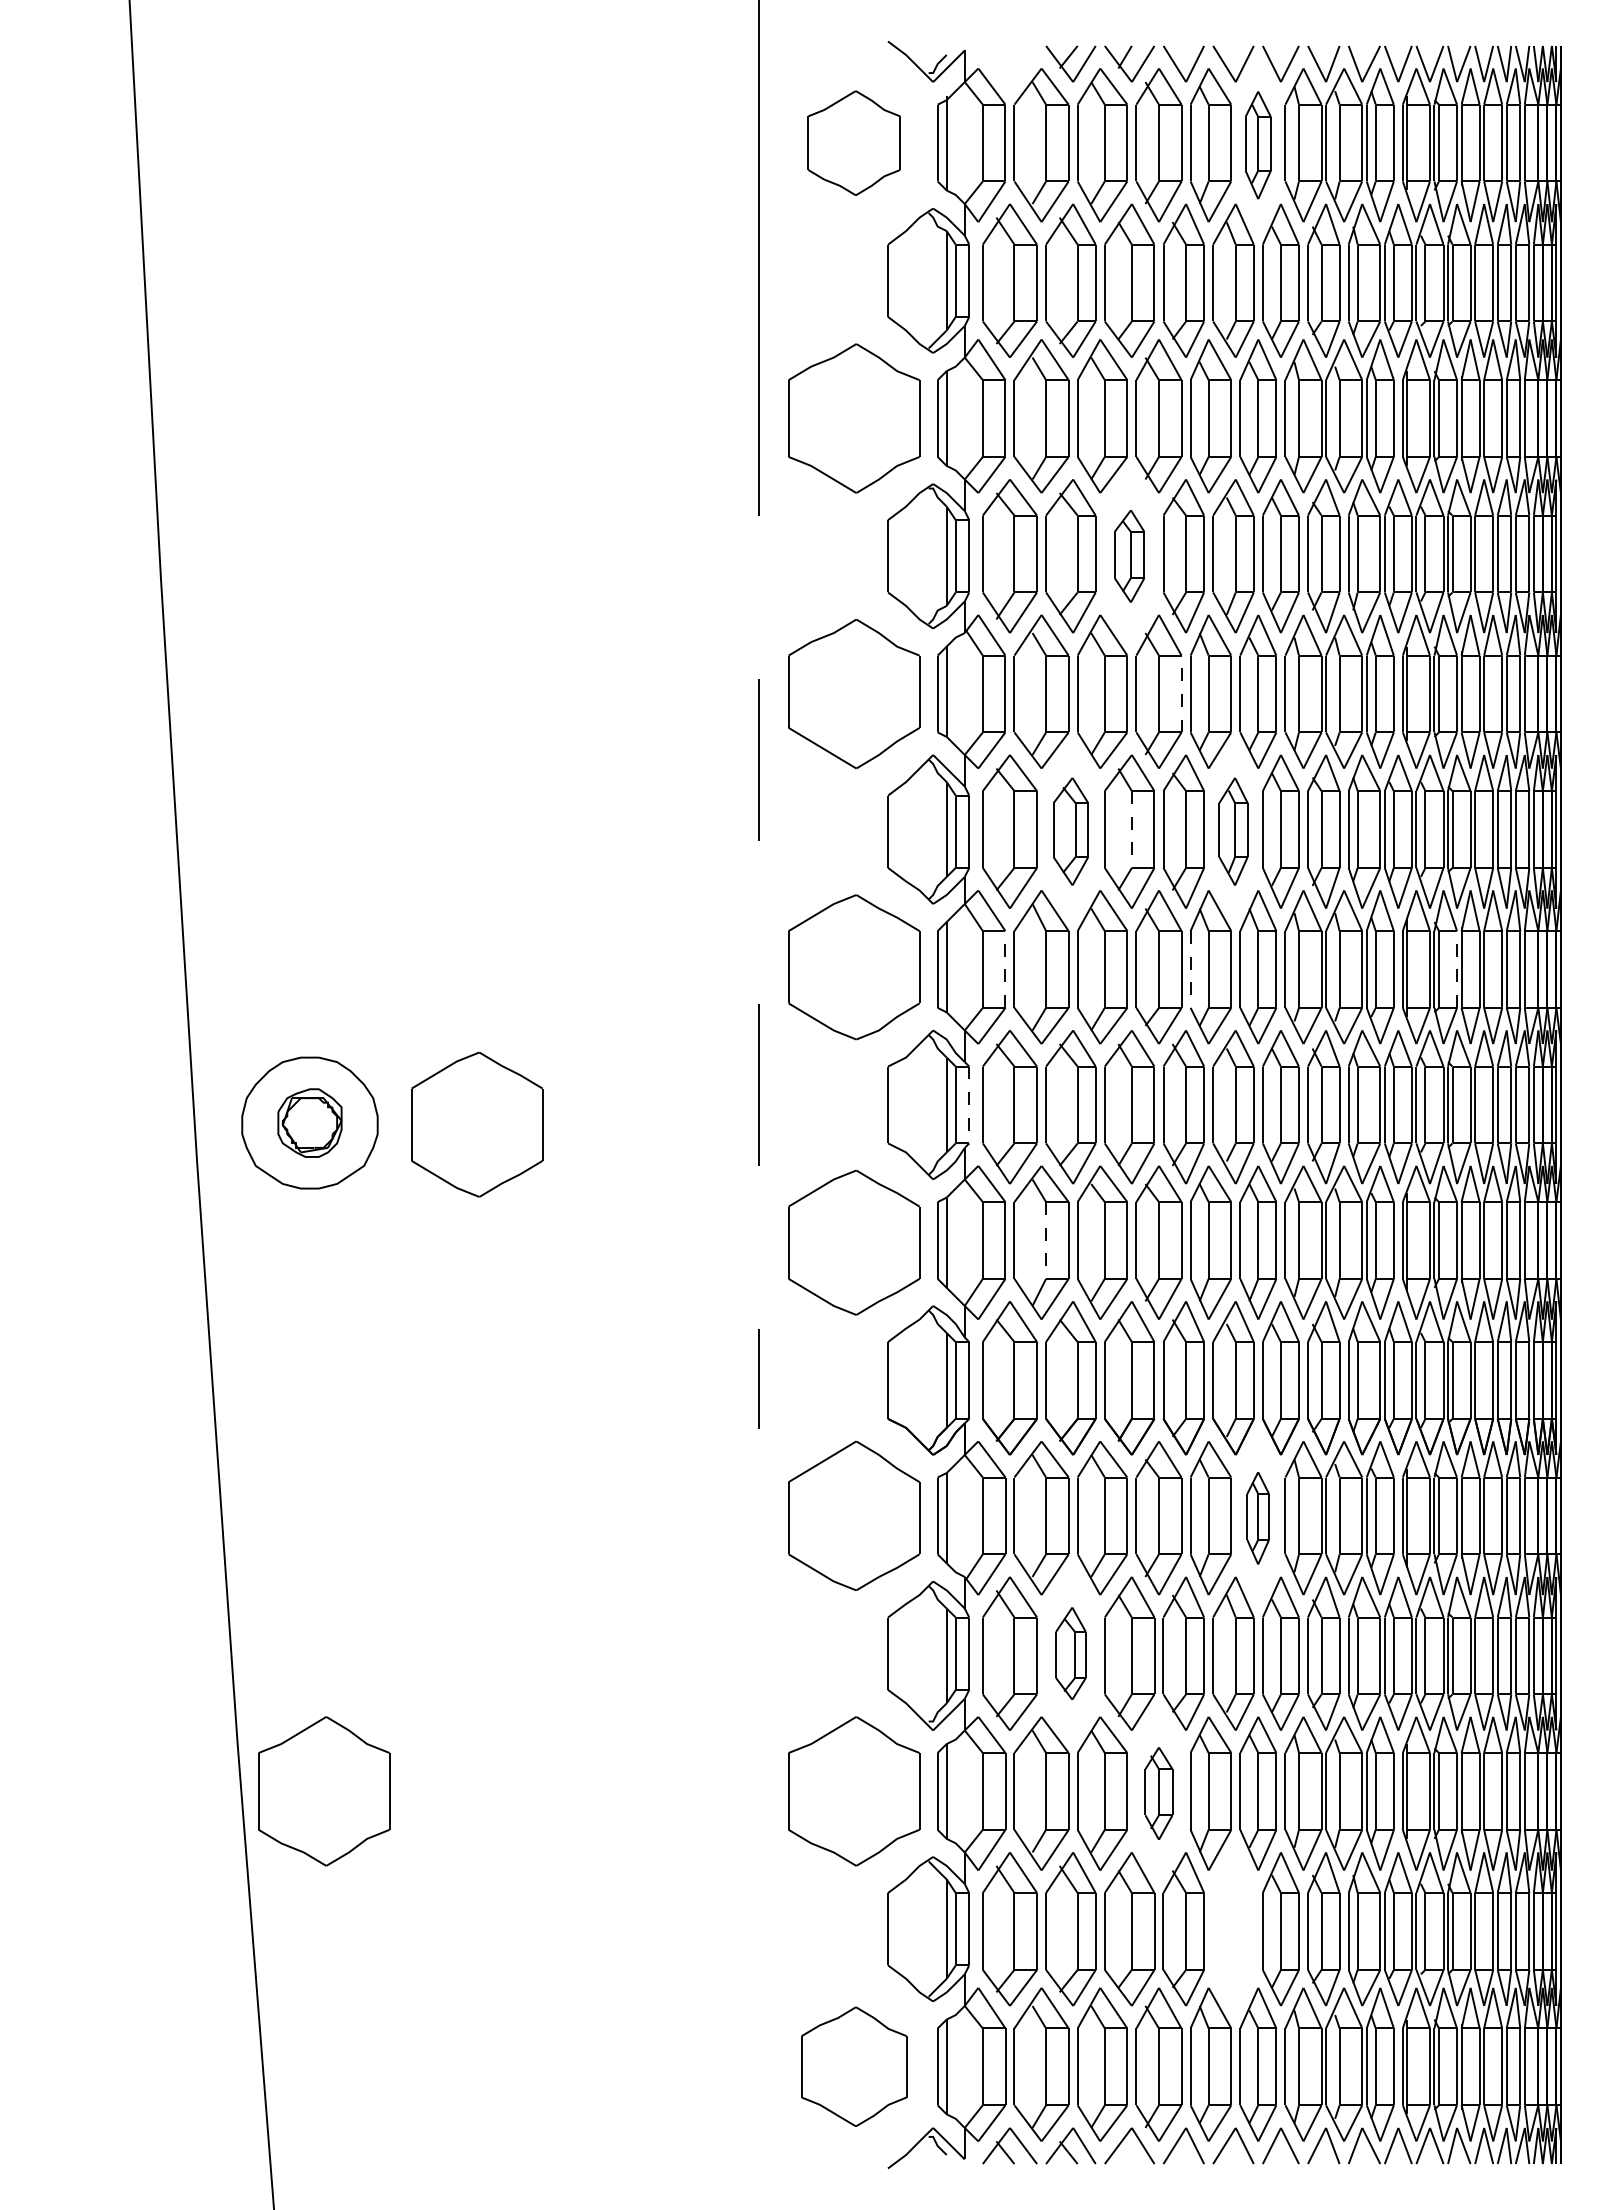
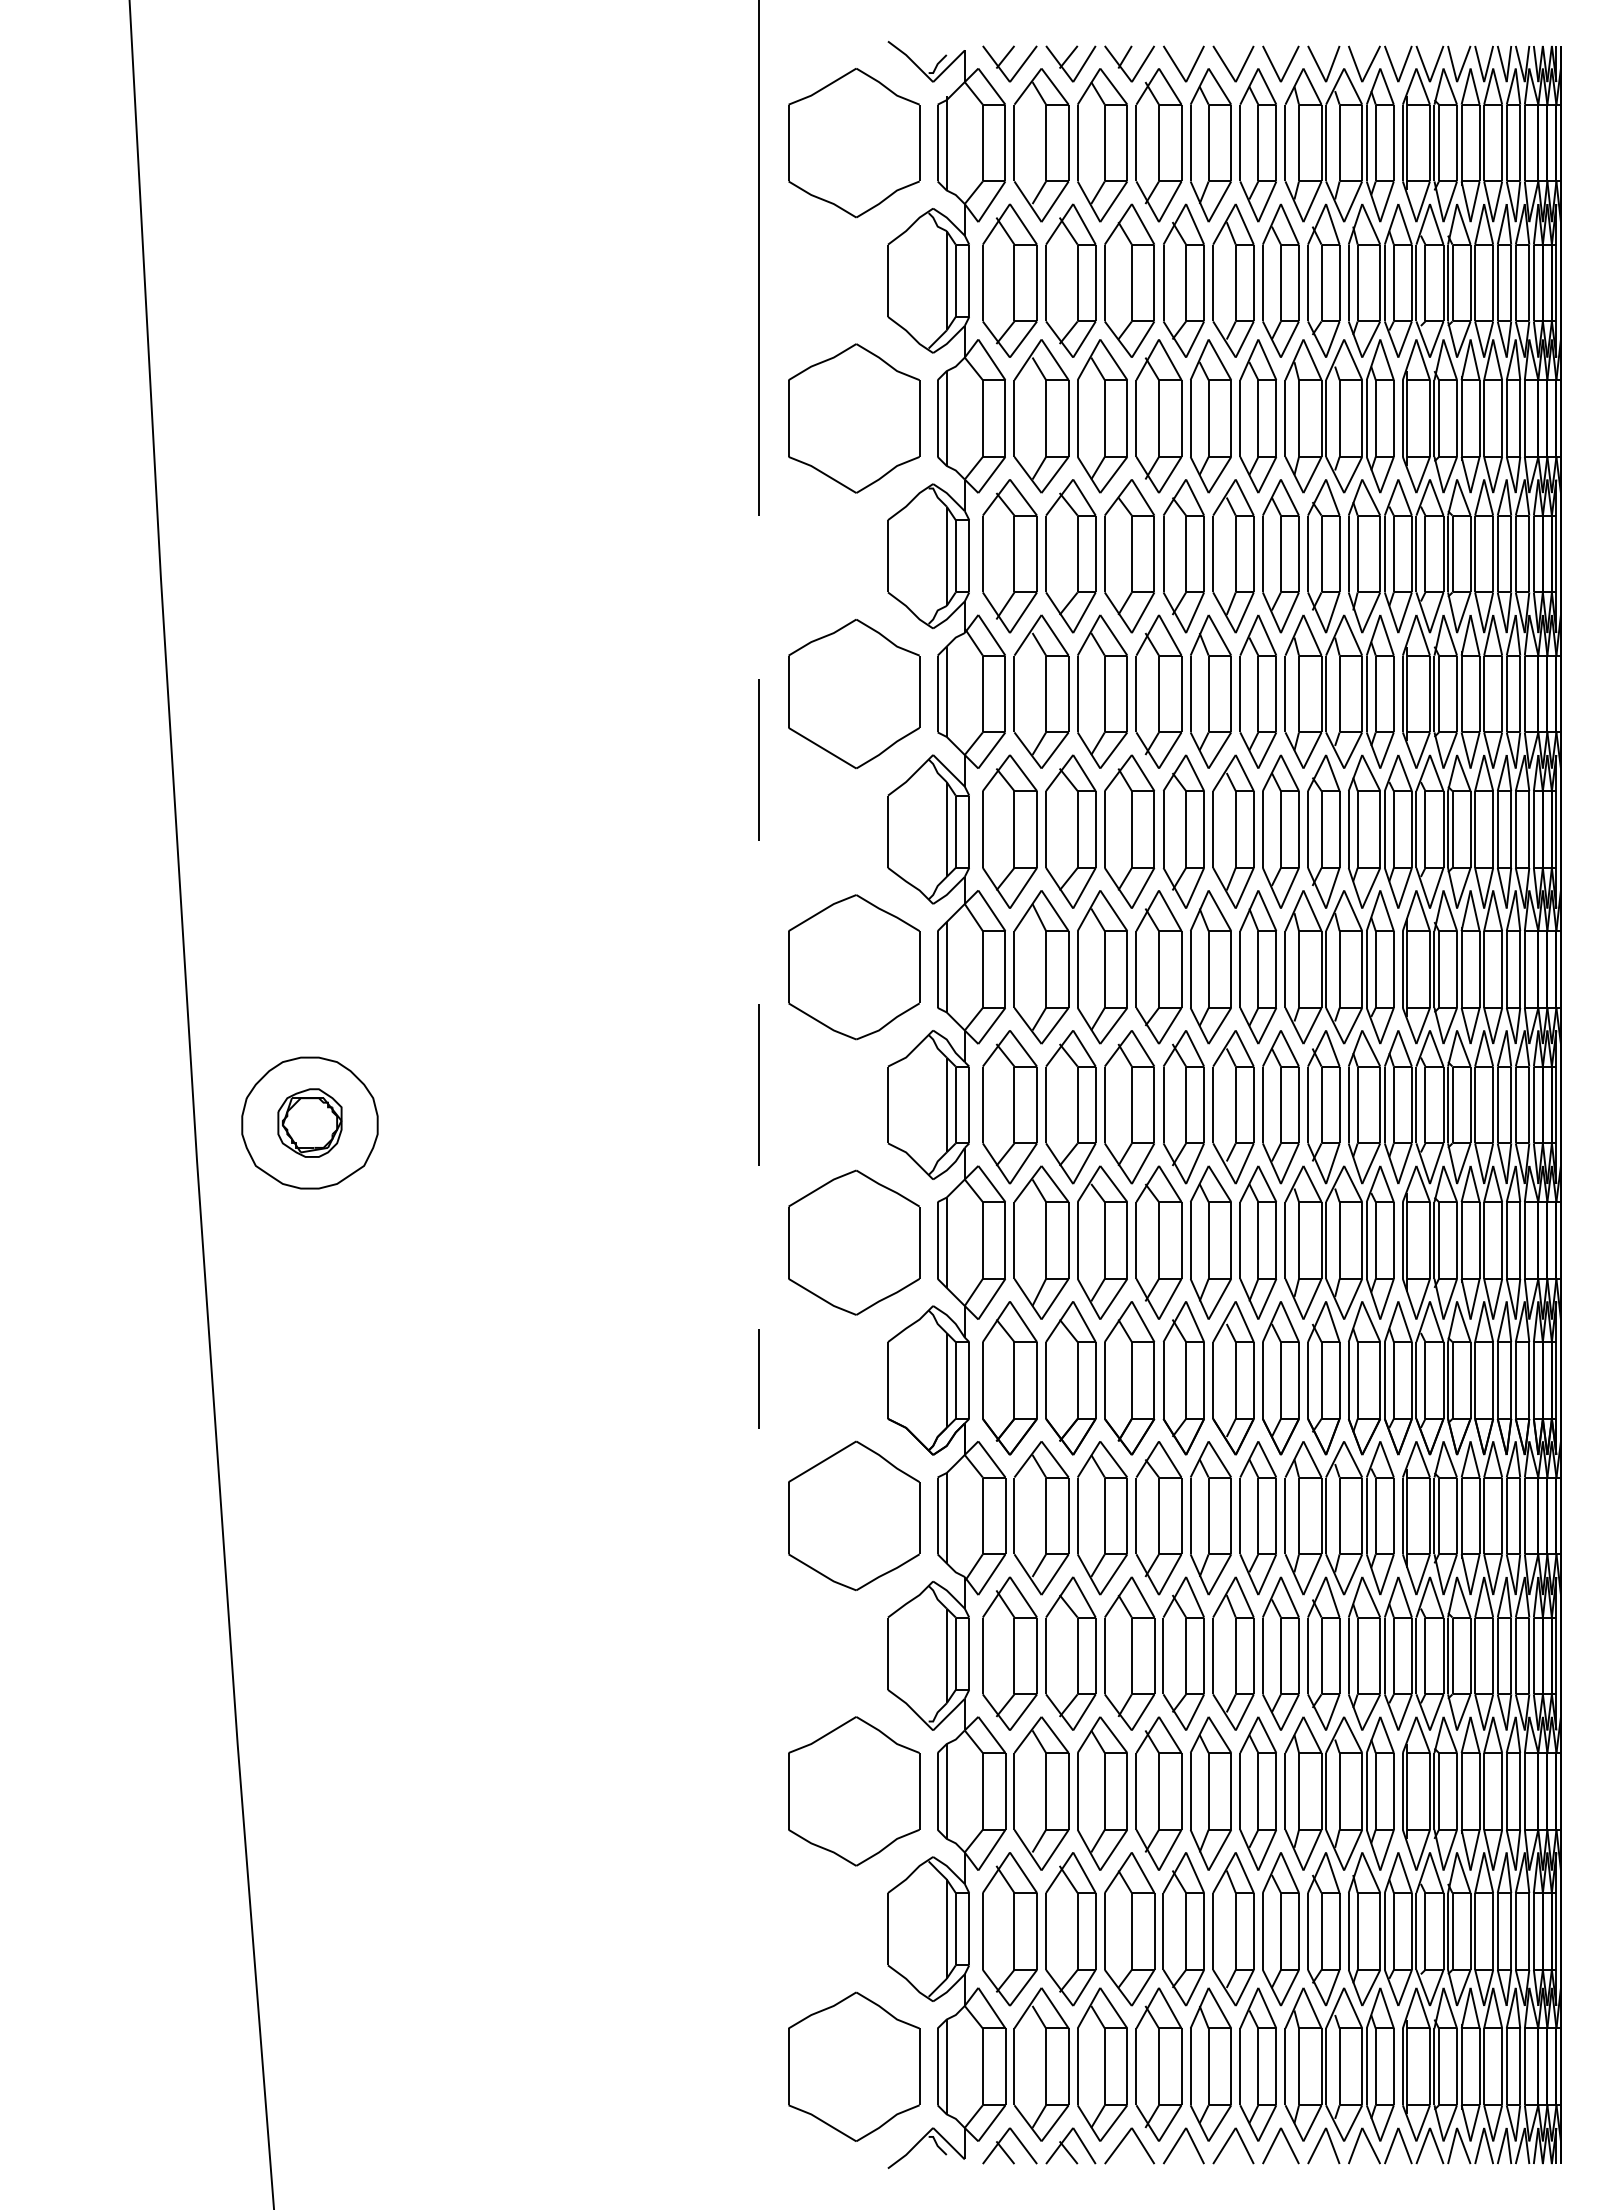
part at (1009, 63): none -> present
part at (853, 142) size: 94x106 px -> 133x151 px
part at (1258, 145) size: 27x109 px -> 38x155 px
part at (1129, 556) size: 32x93 px -> 51x155 px
line at (1181, 693): dashed -> solid
line at (1131, 830): dashed -> solid
part at (1070, 831) size: 36x109 px -> 52x155 px
part at (1233, 831) size: 31x109 px -> 43x155 px
line at (1005, 969): dashed -> solid
line at (1457, 969): dashed -> solid
line at (1190, 970): dashed -> solid
line at (969, 1105): dashed -> solid
part at (477, 1124): present -> none
line at (1046, 1240): dashed -> solid
part at (1257, 1518) size: 24x93 px -> 38x155 px
part at (1070, 1653) size: 32x93 px -> 52x155 px
part at (324, 1791): present -> none
part at (1158, 1793) size: 30x93 px -> 48x155 px
part at (1233, 1929): none -> present
part at (854, 2066) size: 107x121 px -> 133x151 px
